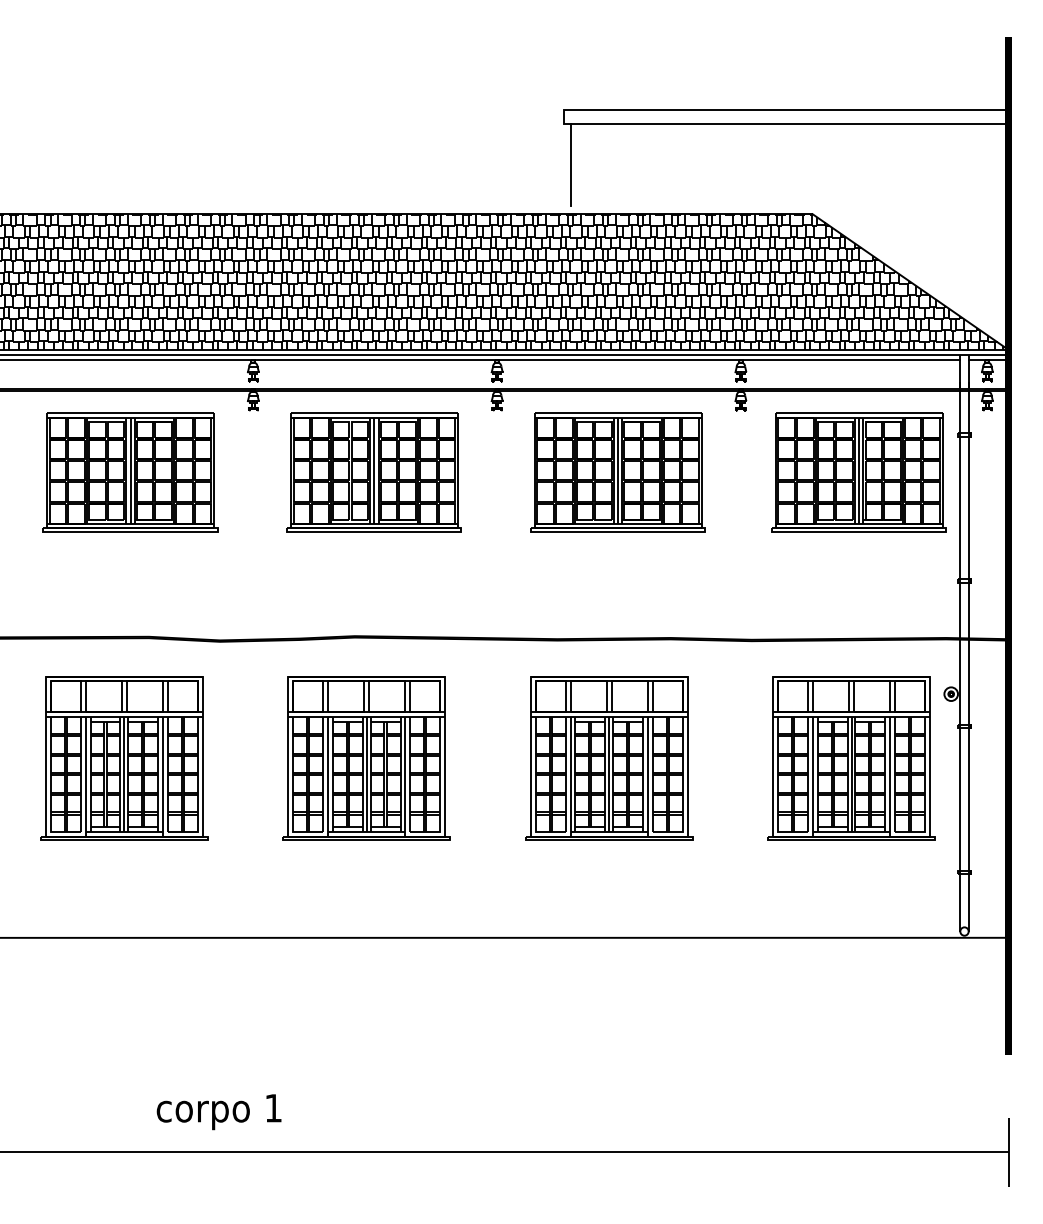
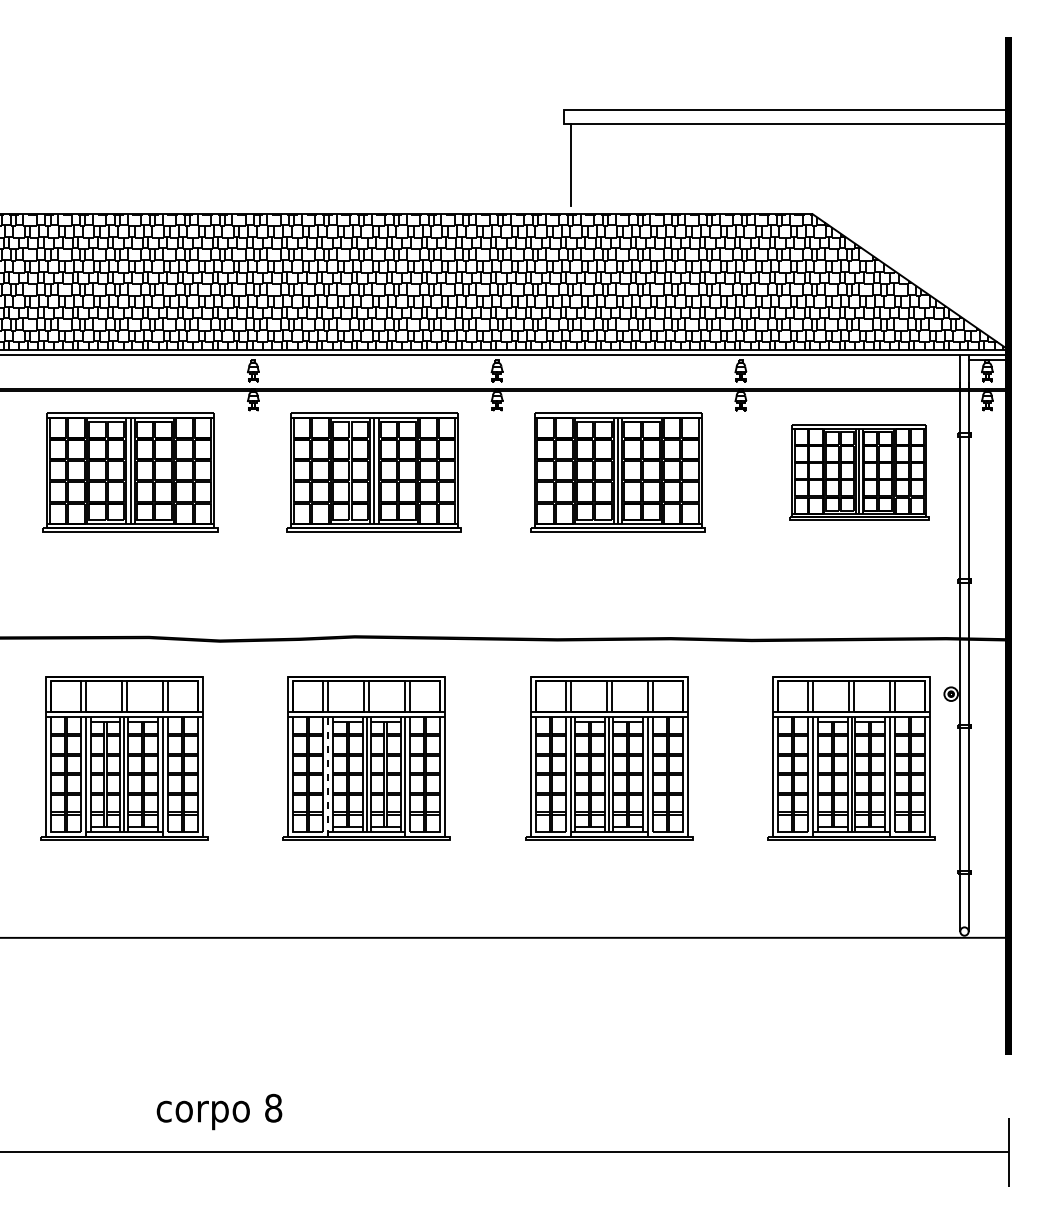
line at (481, 360): present -> none
part at (858, 472) size: 176x121 px -> 141x97 px
line at (328, 776): solid -> dashed
text at (273, 1107): 1 -> 8
